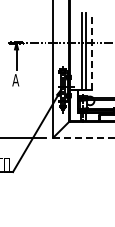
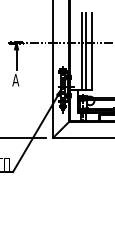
line at (91, 50): dashed -> solid
line at (83, 138): dashed -> solid
